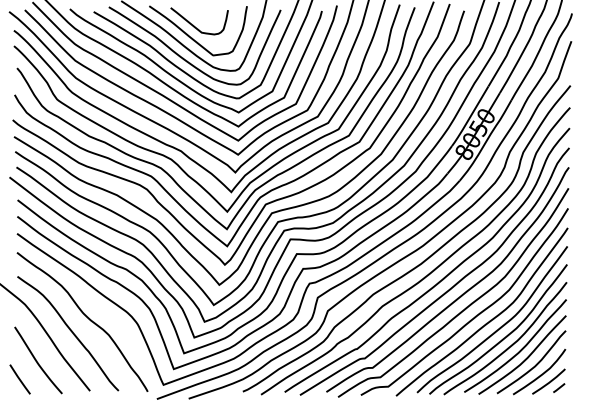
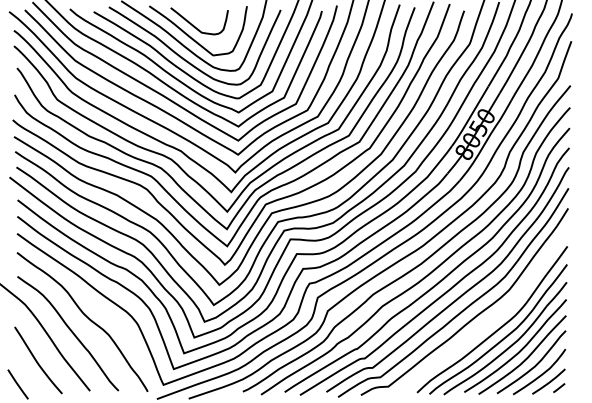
curve at (490, 319): present -> none
line at (19, 379) position: (19, 379) -> (17, 384)
